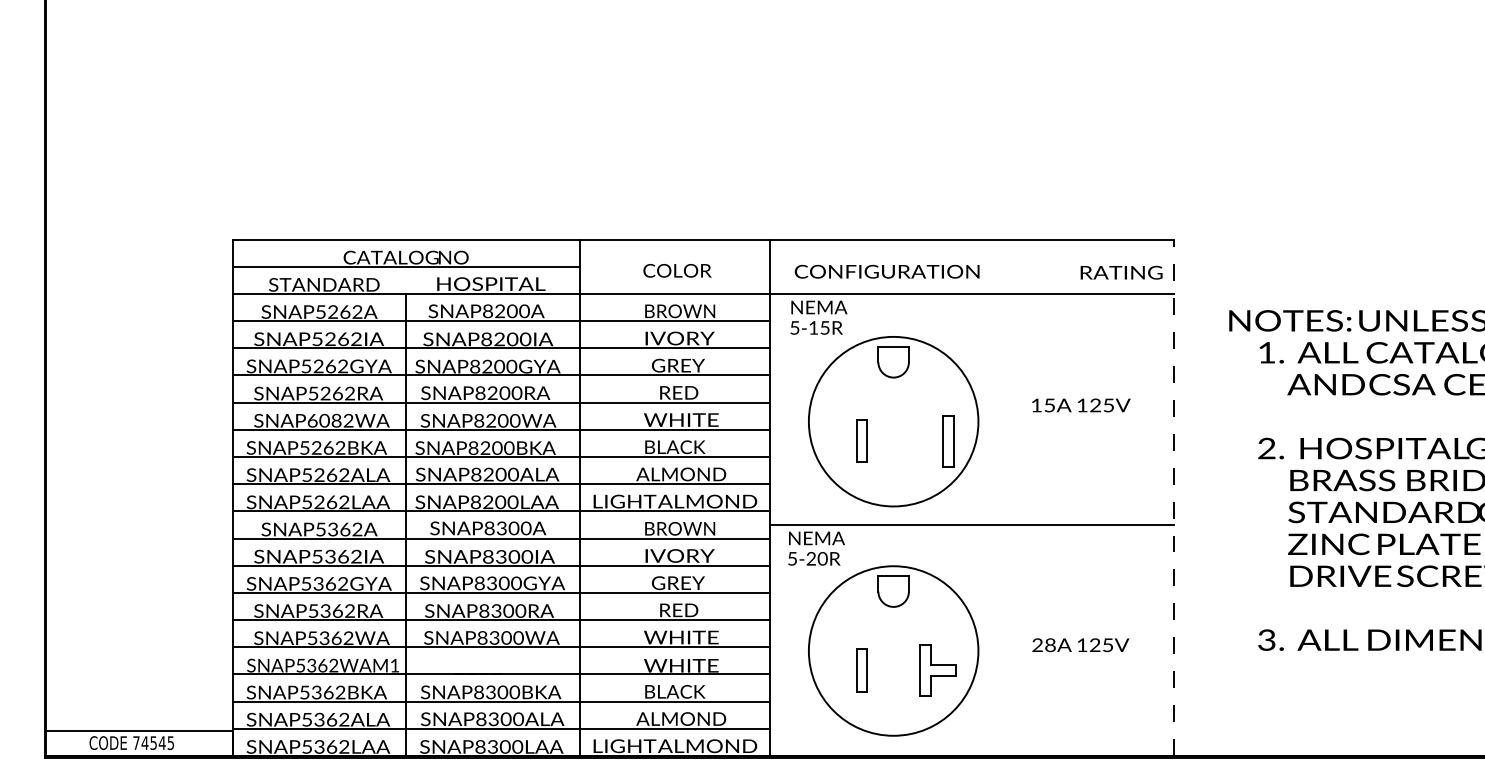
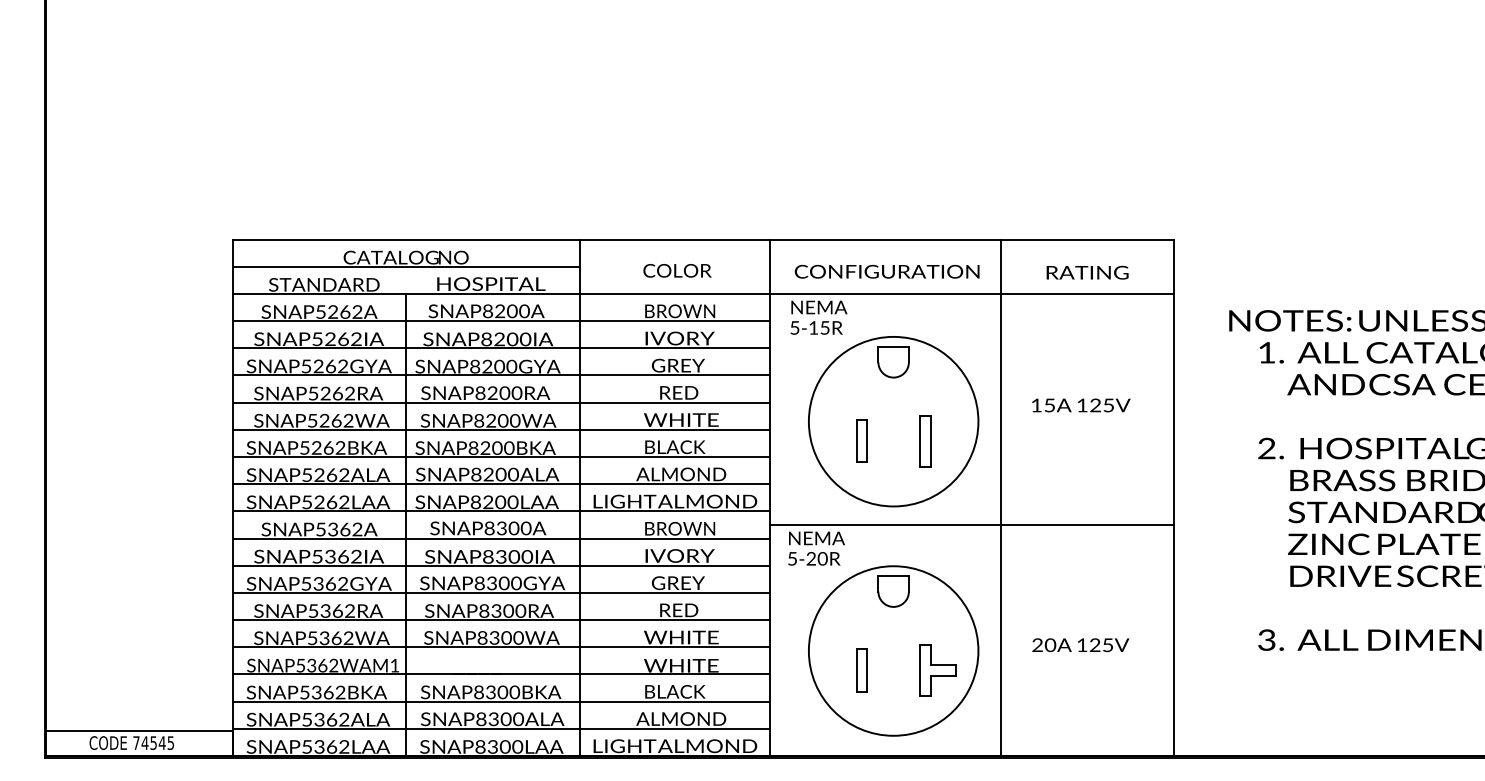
text at (1121, 272) position: (1121, 272) -> (1087, 272)
text at (324, 420): SNAP6082WA -> SNAP5262WA
part at (948, 441) position: (948, 441) -> (925, 441)
line at (1000, 497): none -> present
line at (1174, 497): dashed -> solid
text at (1050, 645): 28A -> 20A
